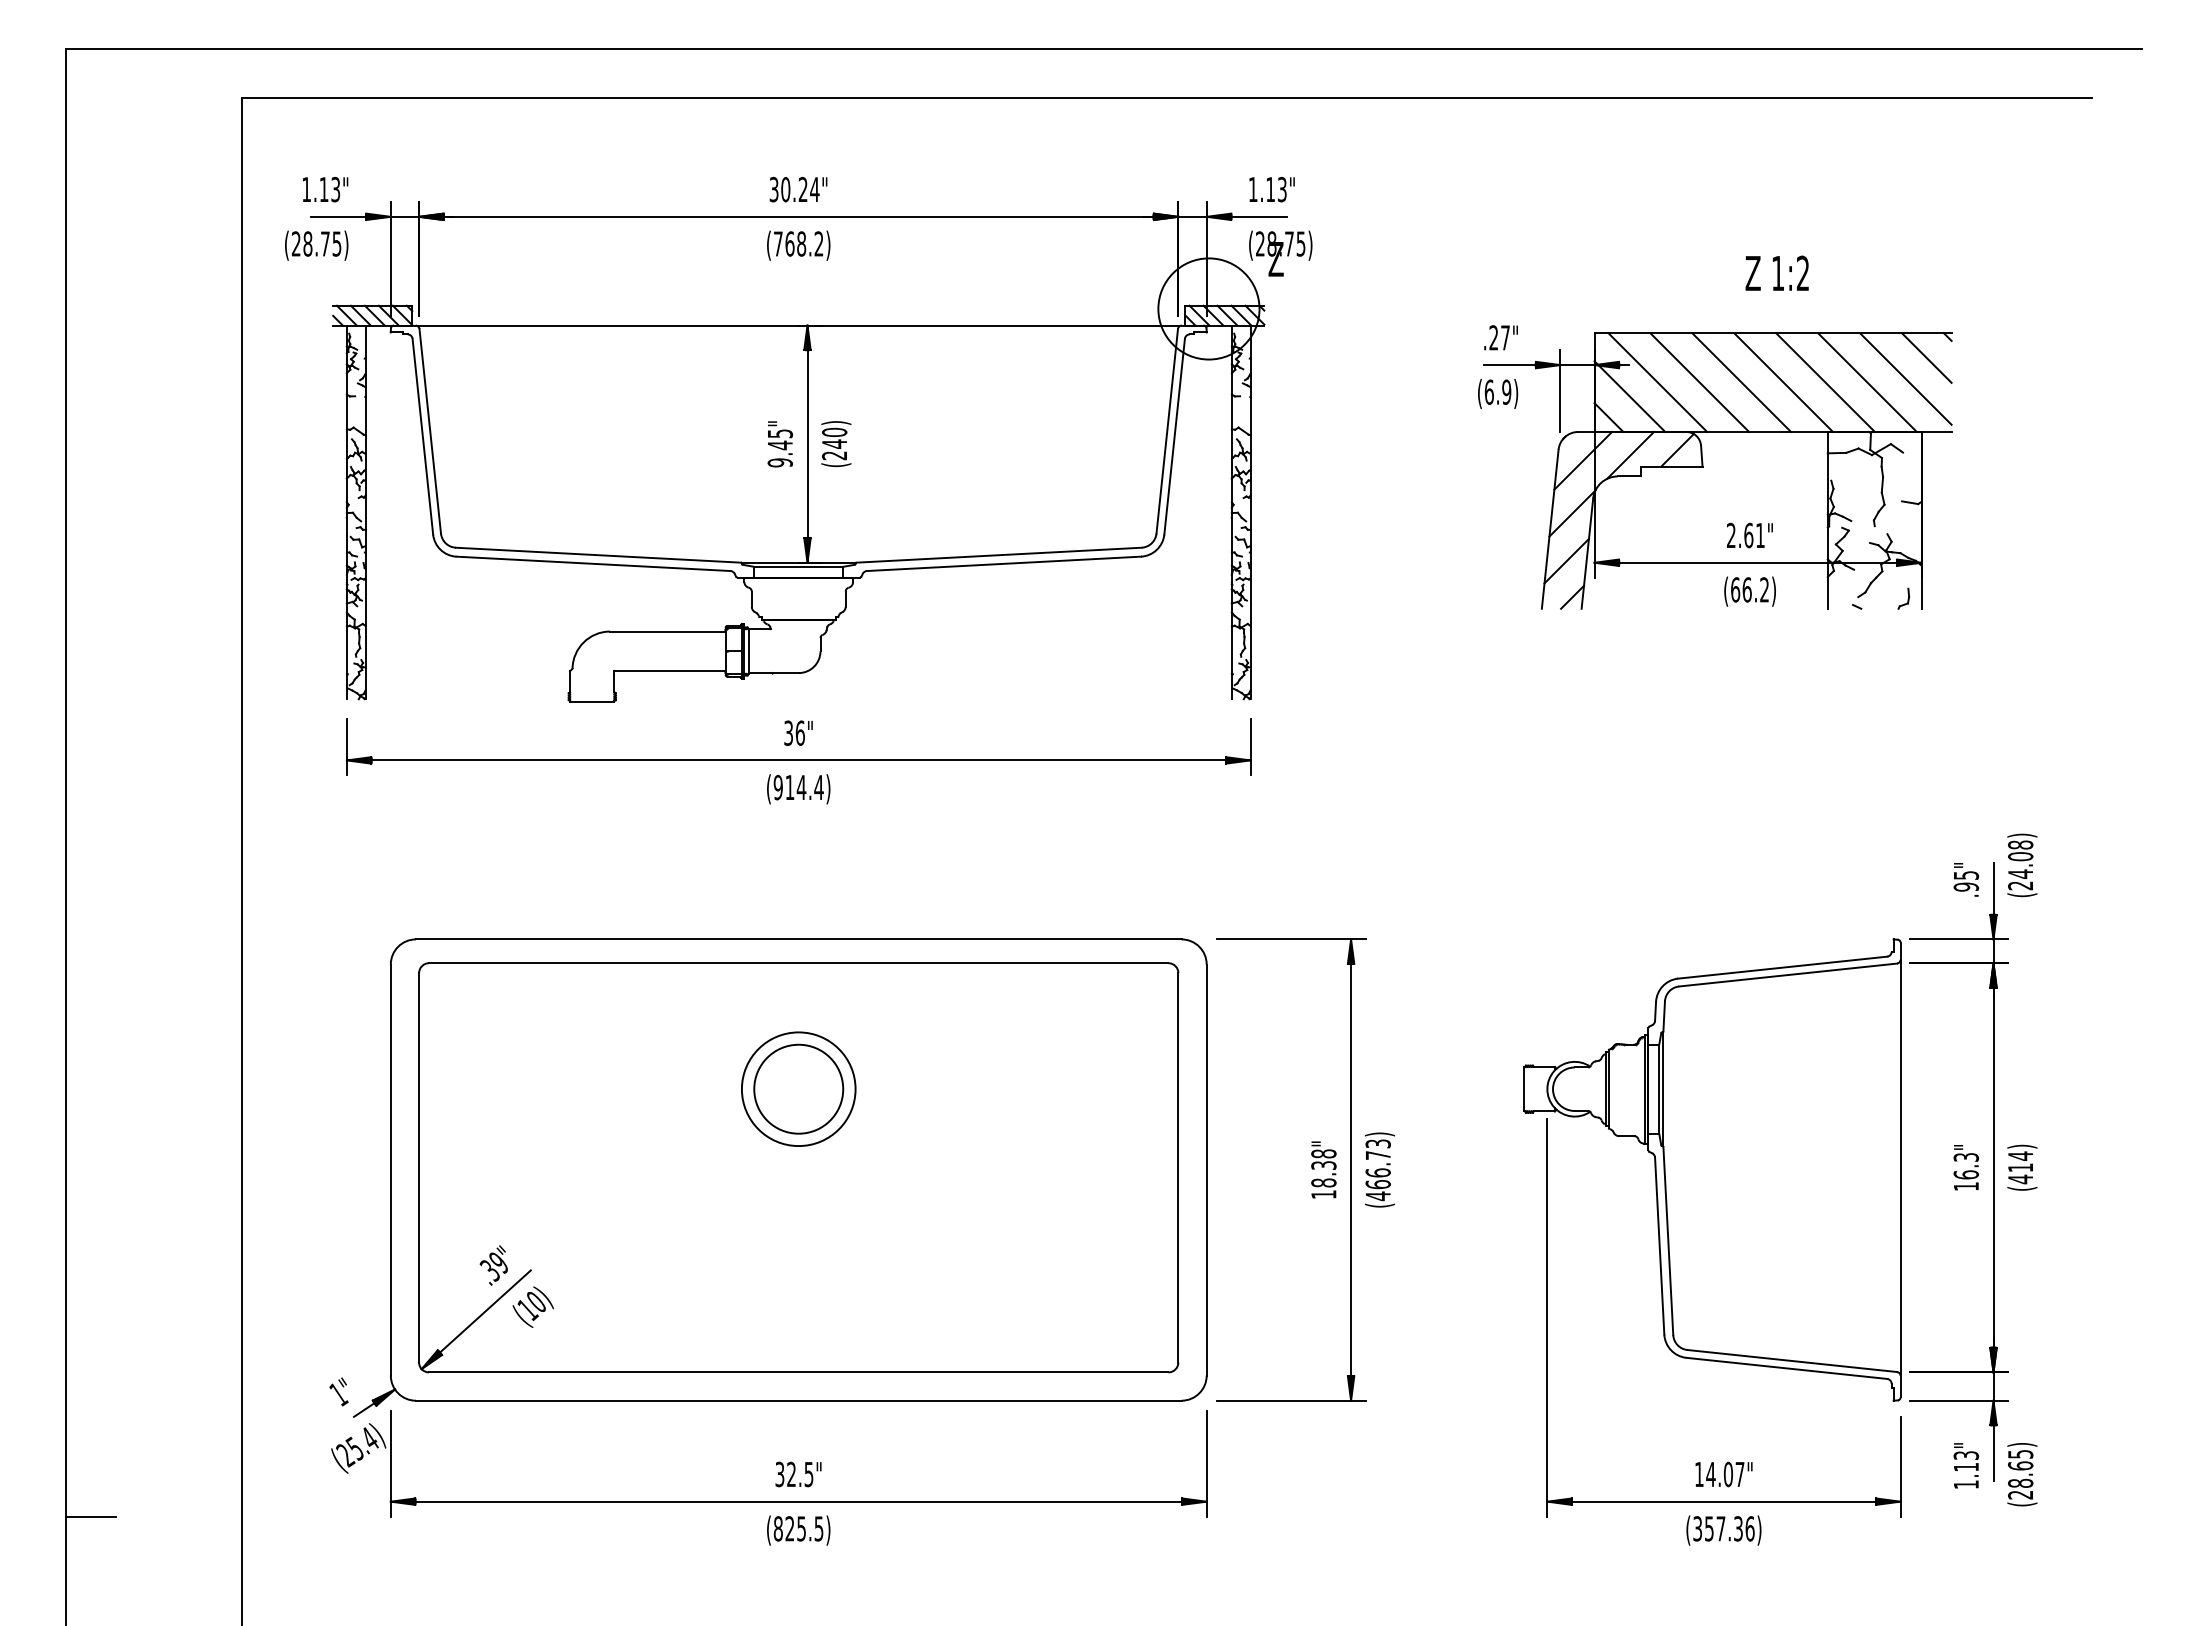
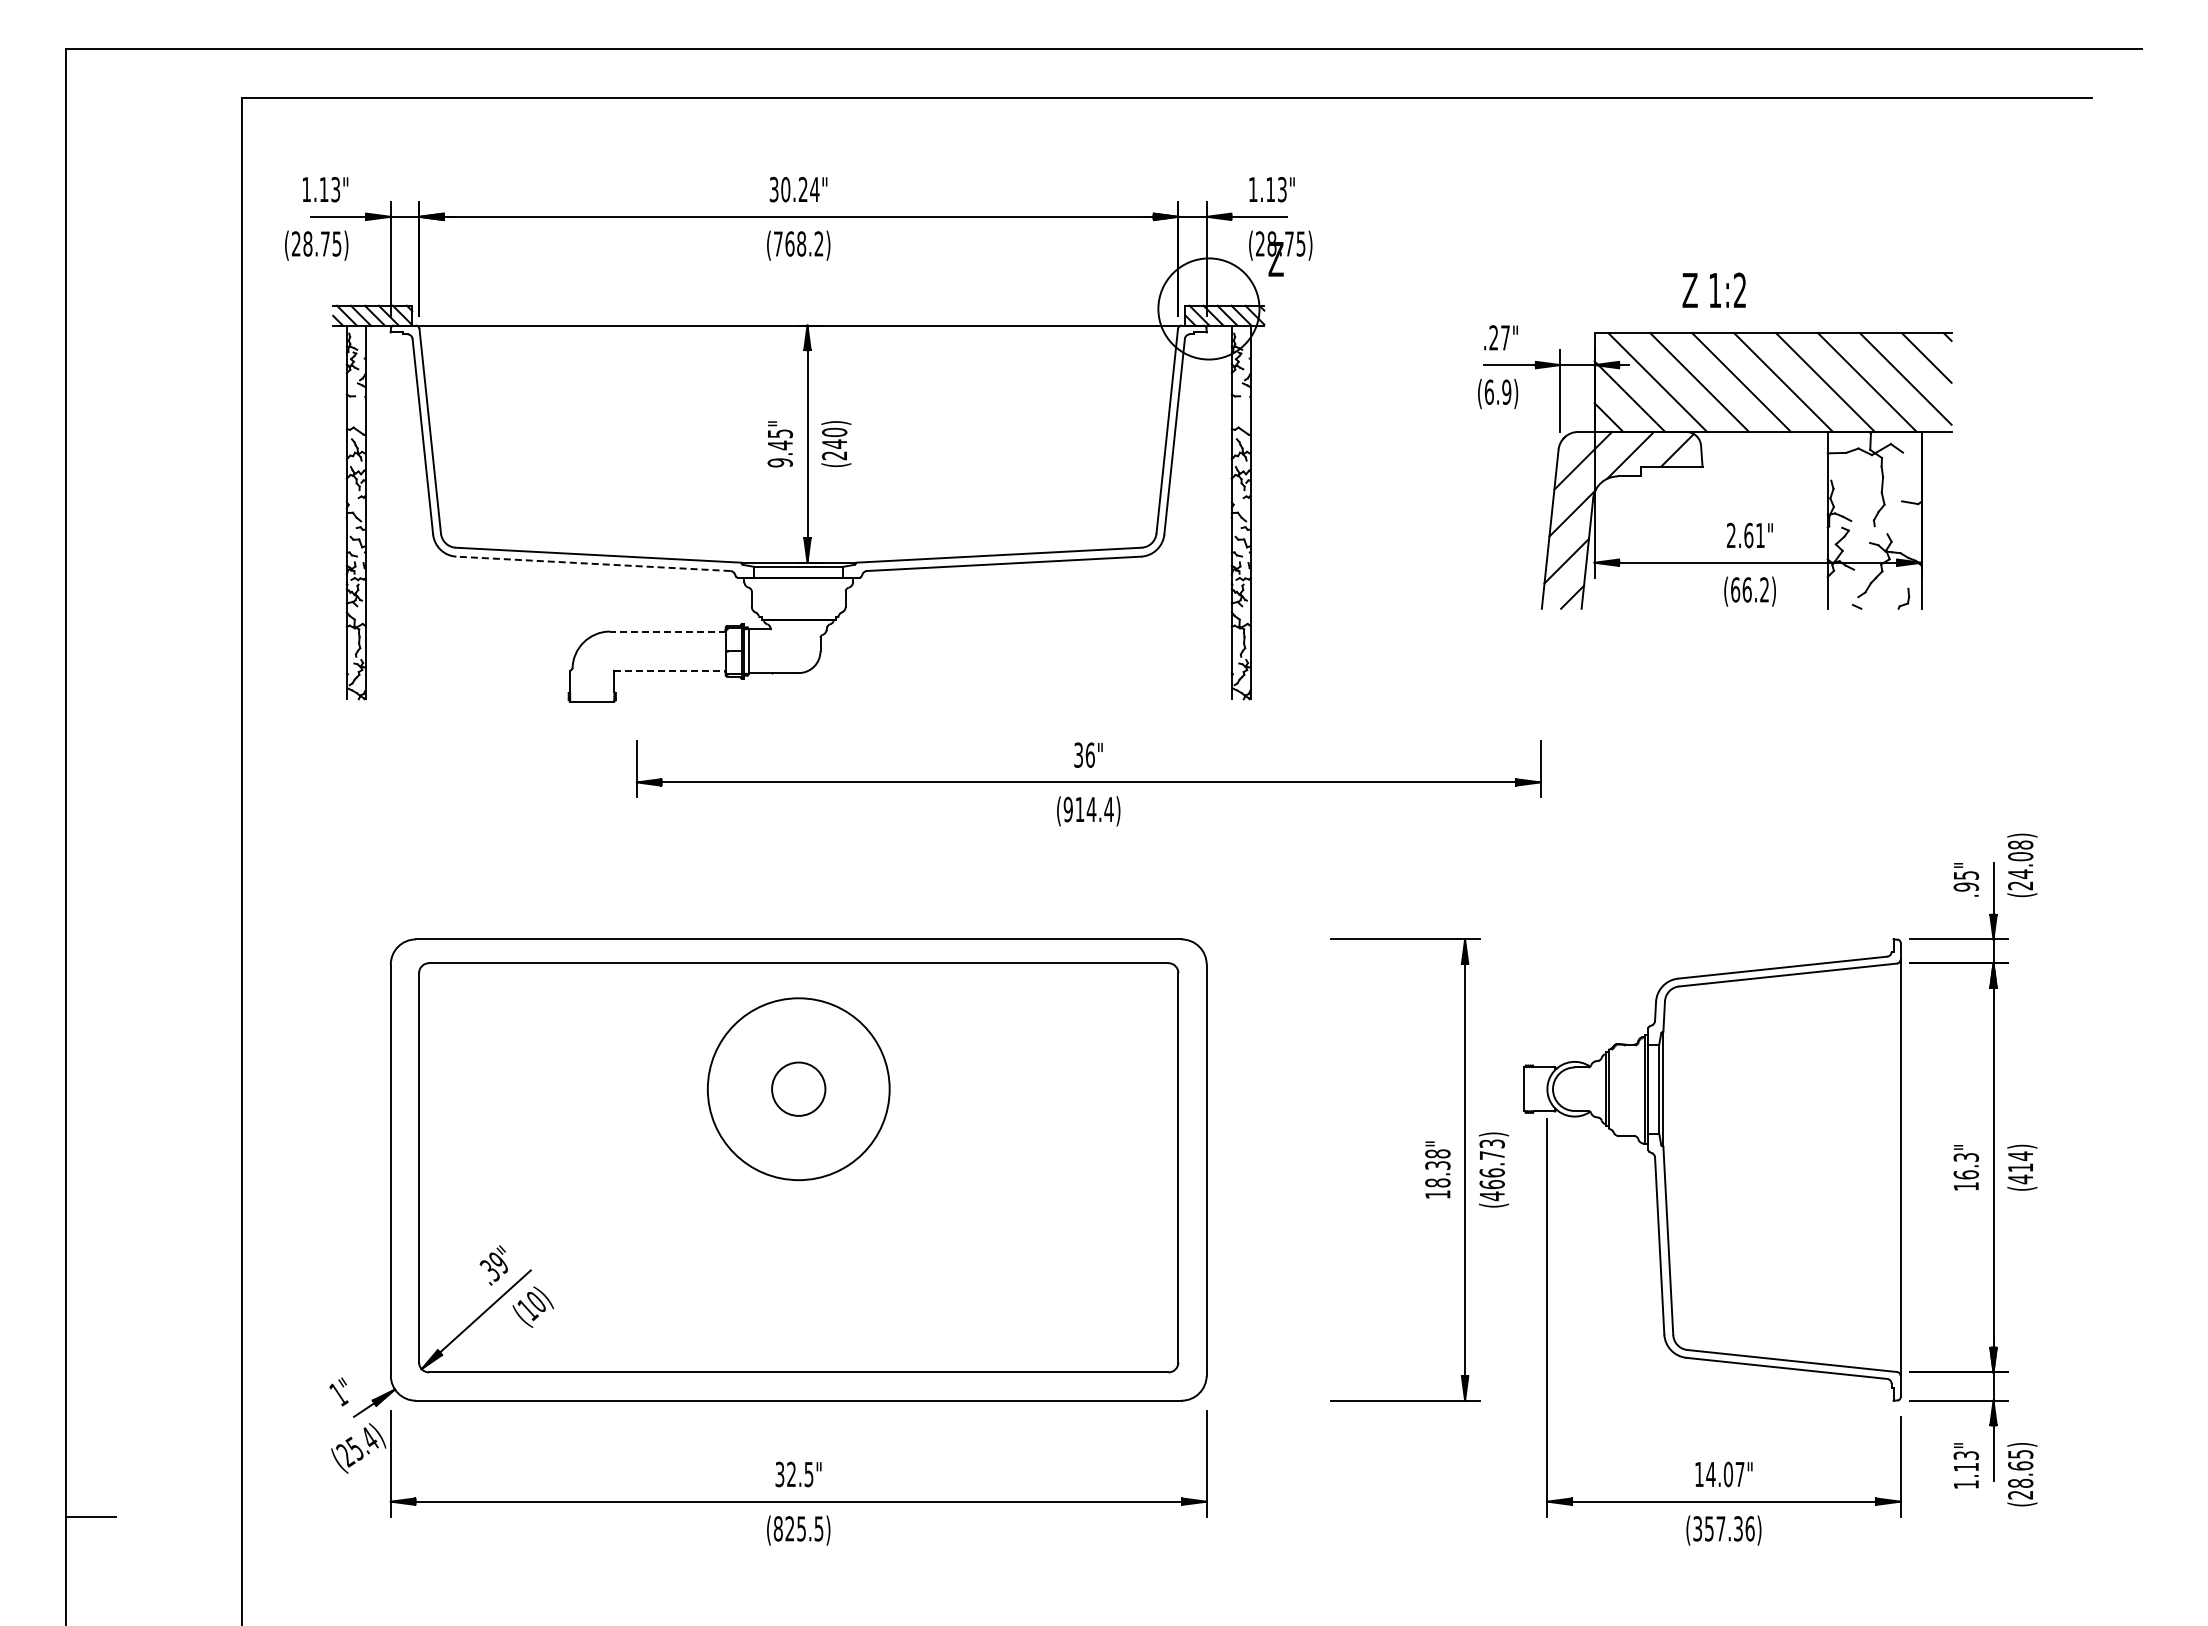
text at (1776, 272) position: (1776, 272) -> (1713, 289)
line at (592, 563): solid -> dashed
line at (667, 631): solid -> dashed
line at (670, 671): solid -> dashed
part at (798, 761) position: (798, 761) -> (1088, 783)
circle at (798, 1088) diameter: 89 px -> 53 px
circle at (798, 1089) diameter: 114 px -> 182 px
part at (1311, 1168) position: (1311, 1168) -> (1425, 1168)
